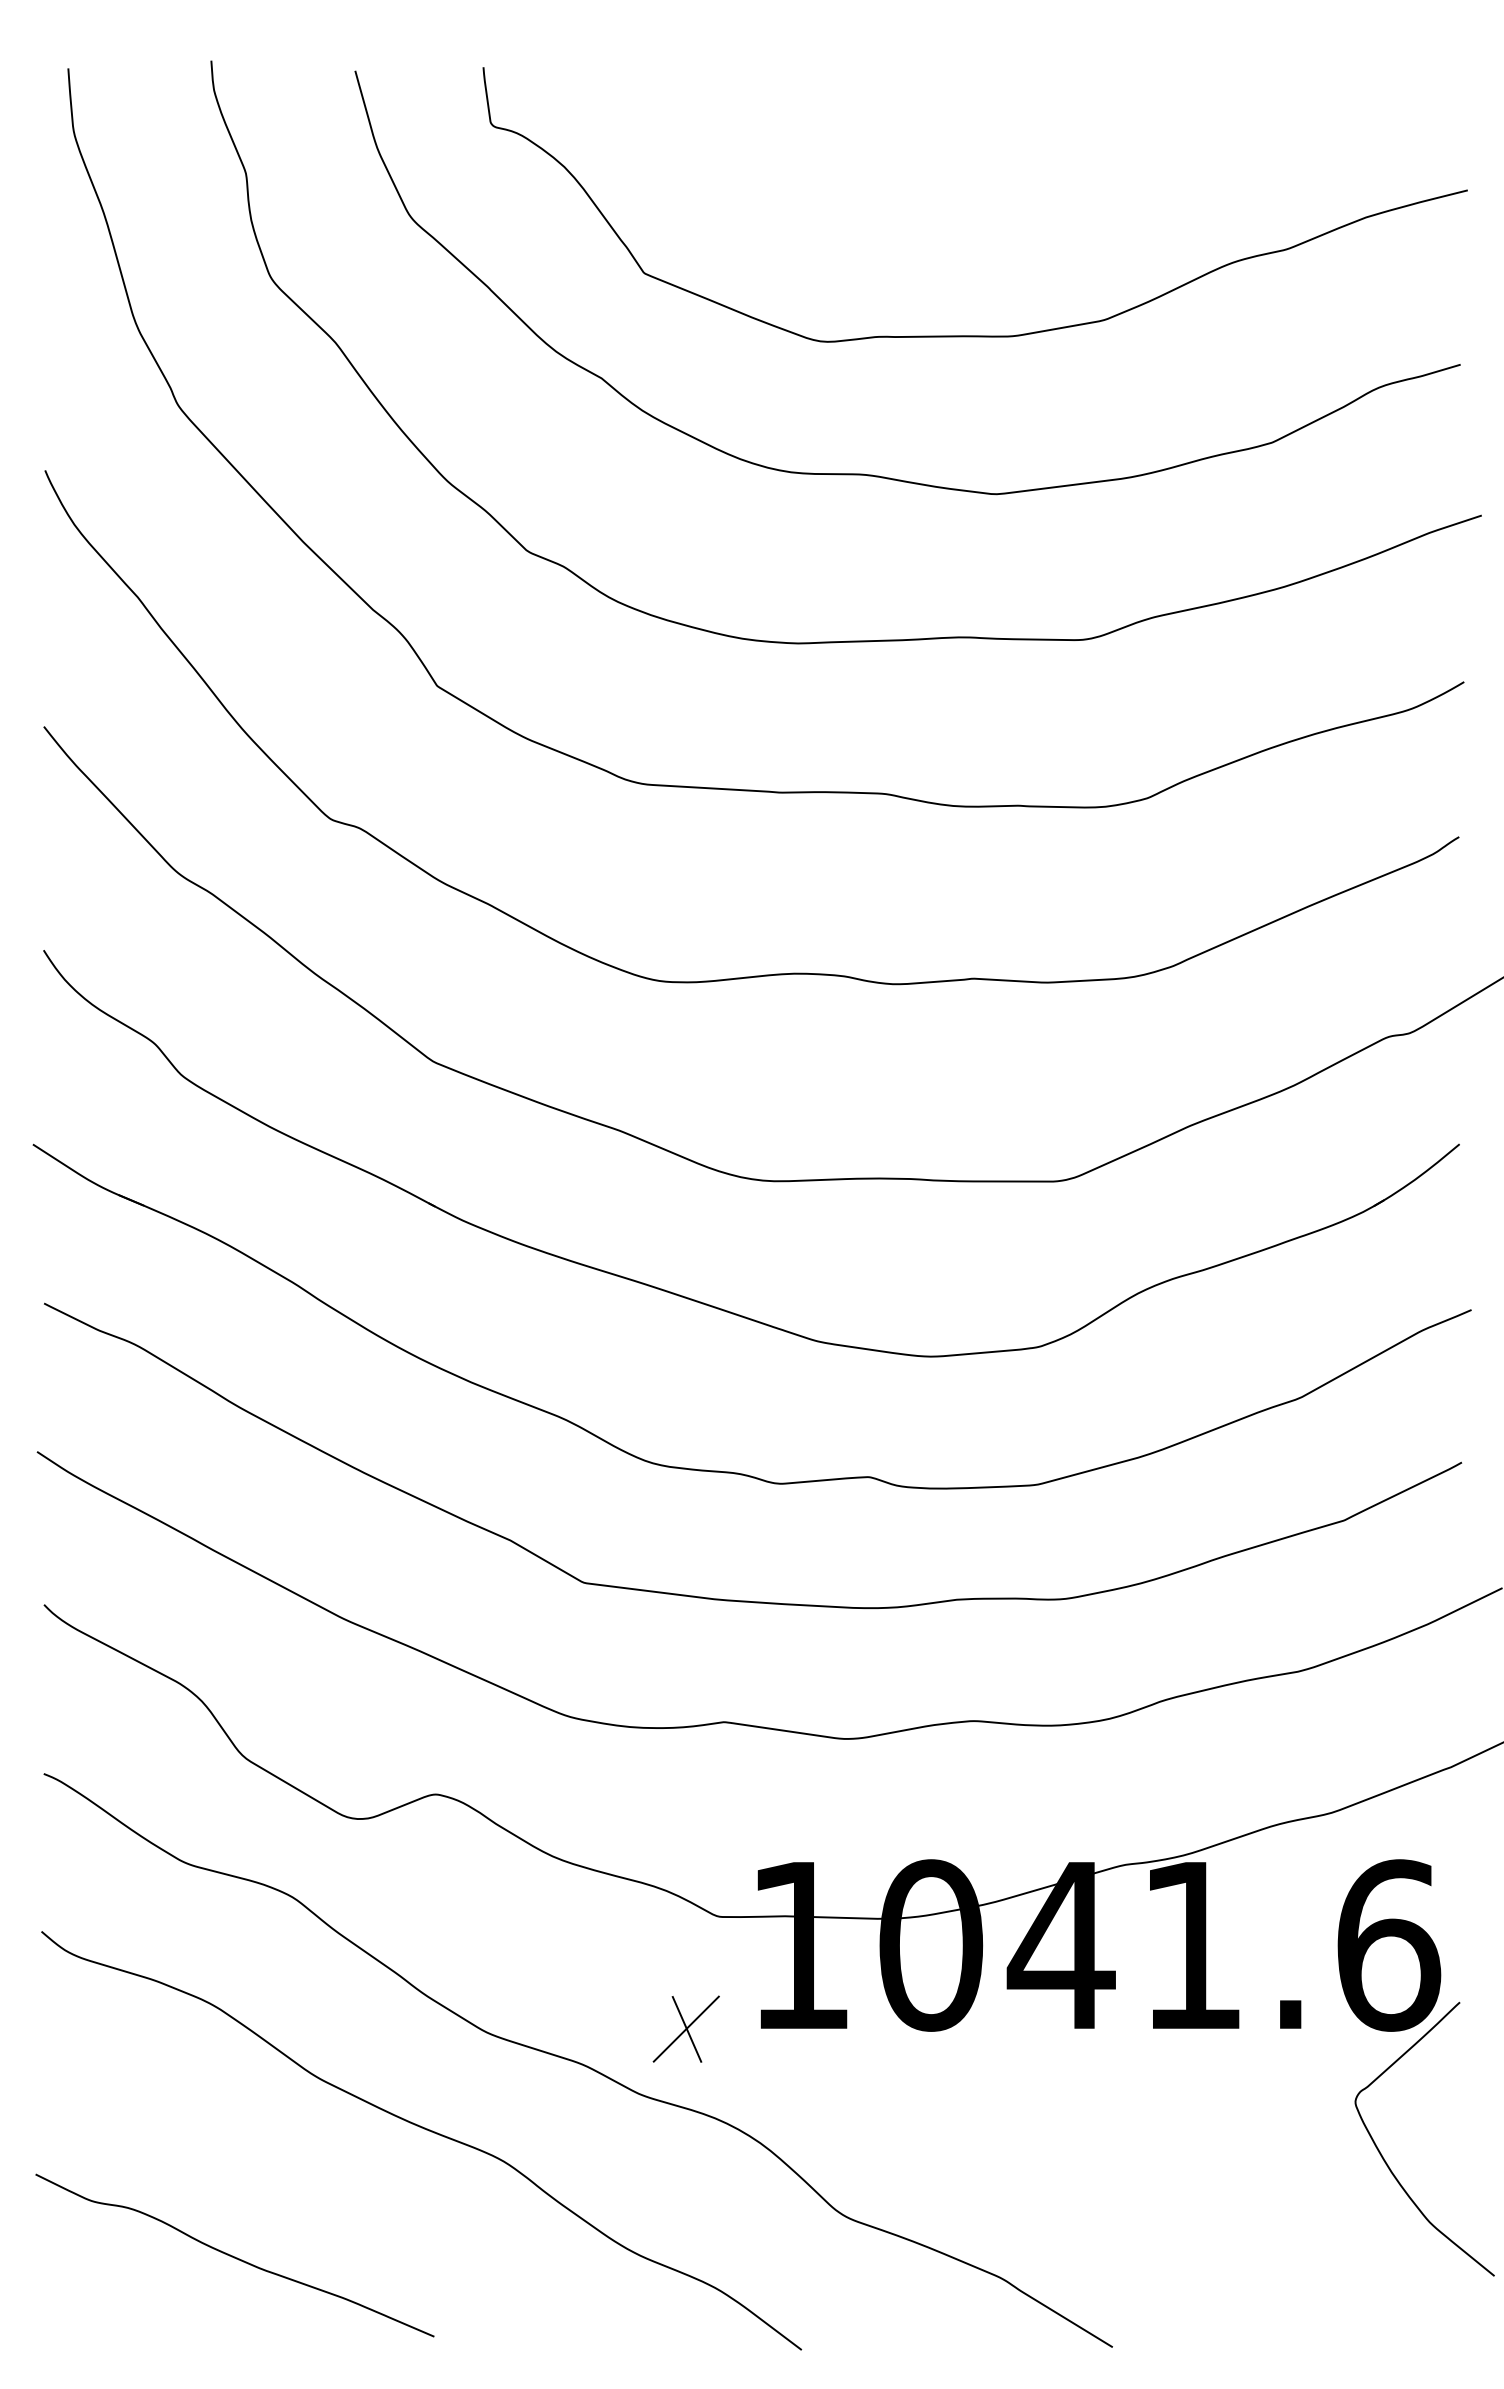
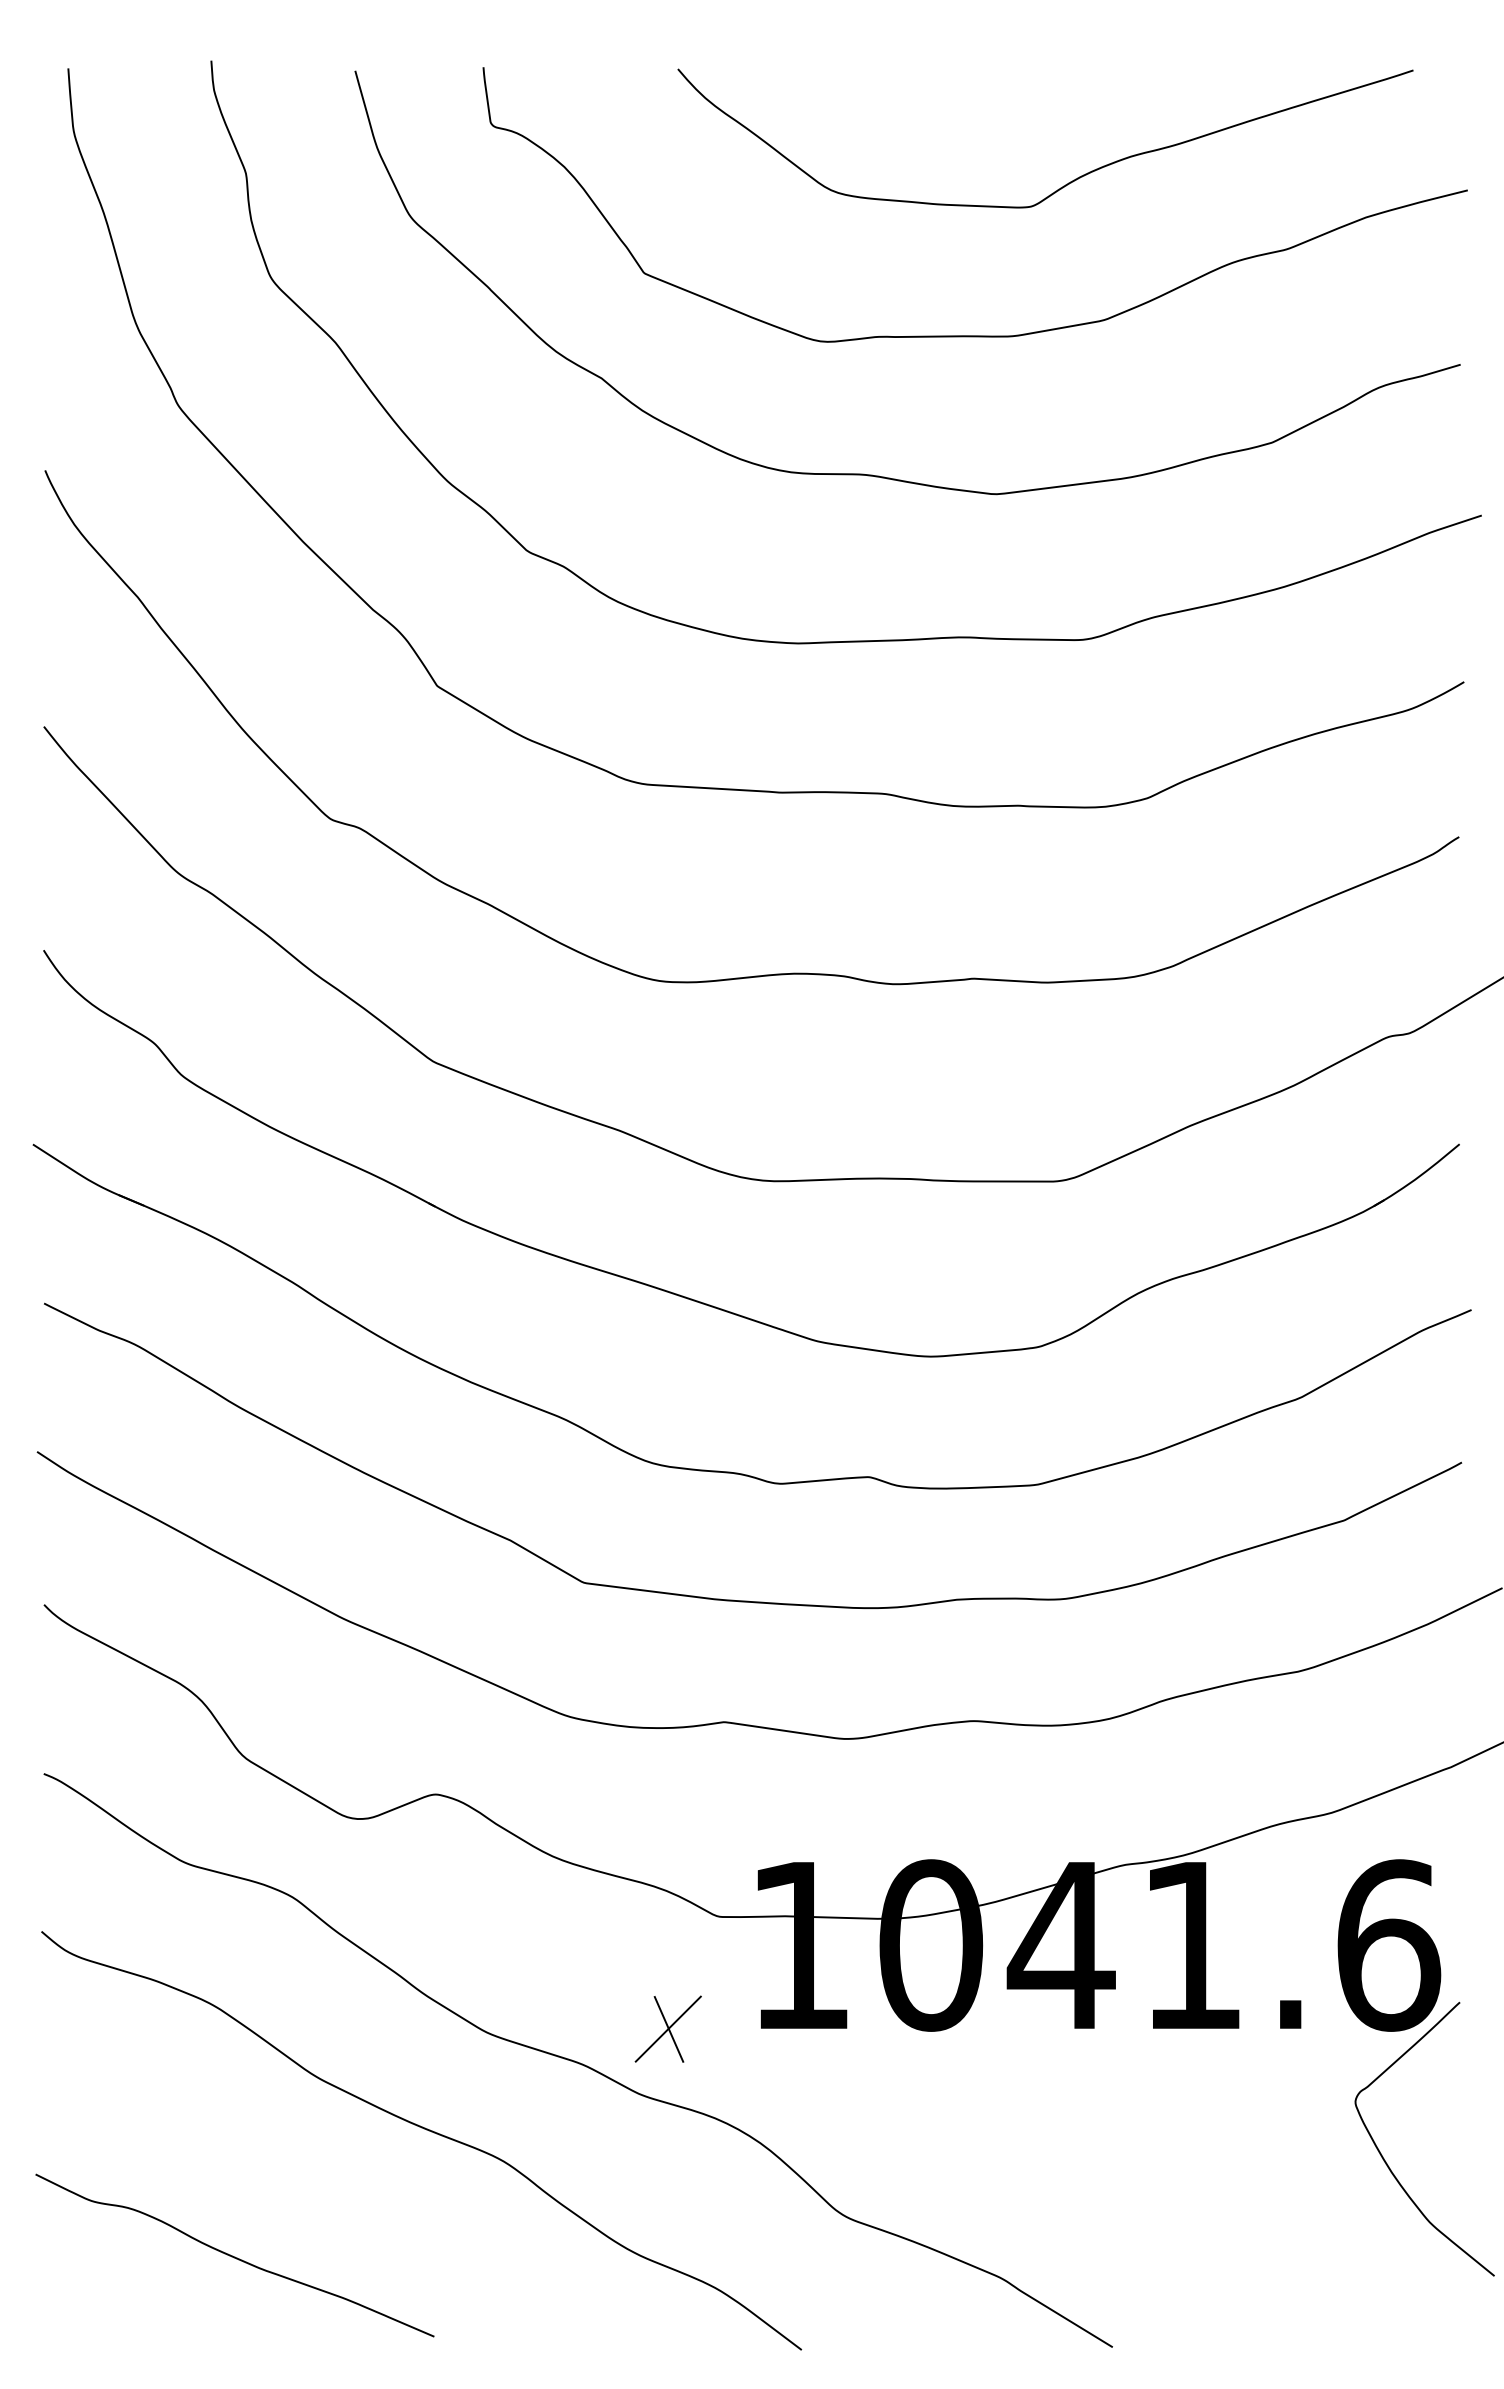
curve at (1068, 182): none -> present
part at (685, 2028) position: (685, 2028) -> (667, 2028)
